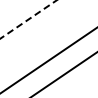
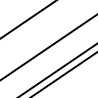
line at (28, 19): dashed -> solid
line at (48, 60) position: (48, 60) -> (48, 47)
line at (58, 69): none -> present
